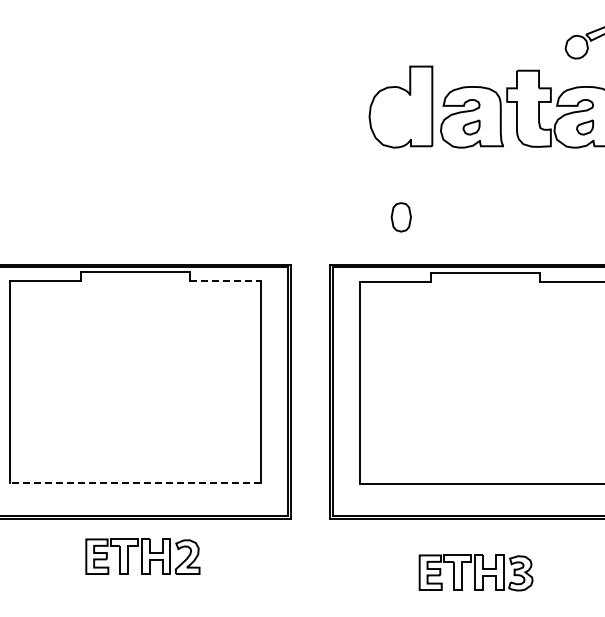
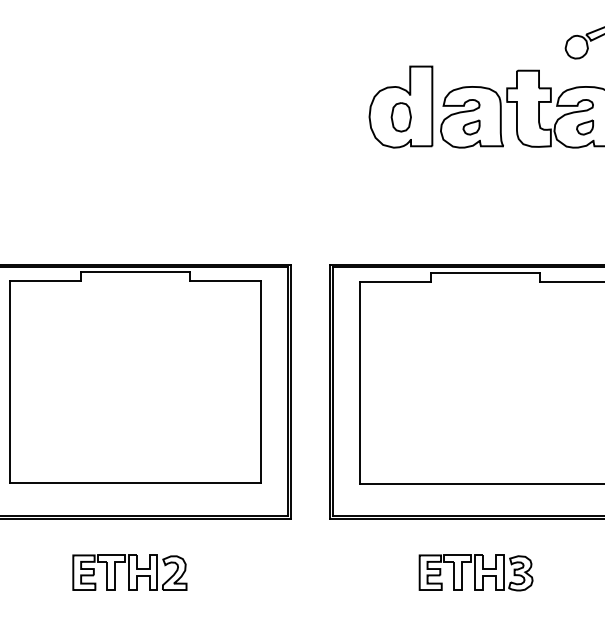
part at (400, 217) position: (400, 217) -> (400, 117)
line at (226, 281): dashed -> solid
line at (135, 483): dashed -> solid
part at (142, 556) position: (142, 556) -> (129, 572)
